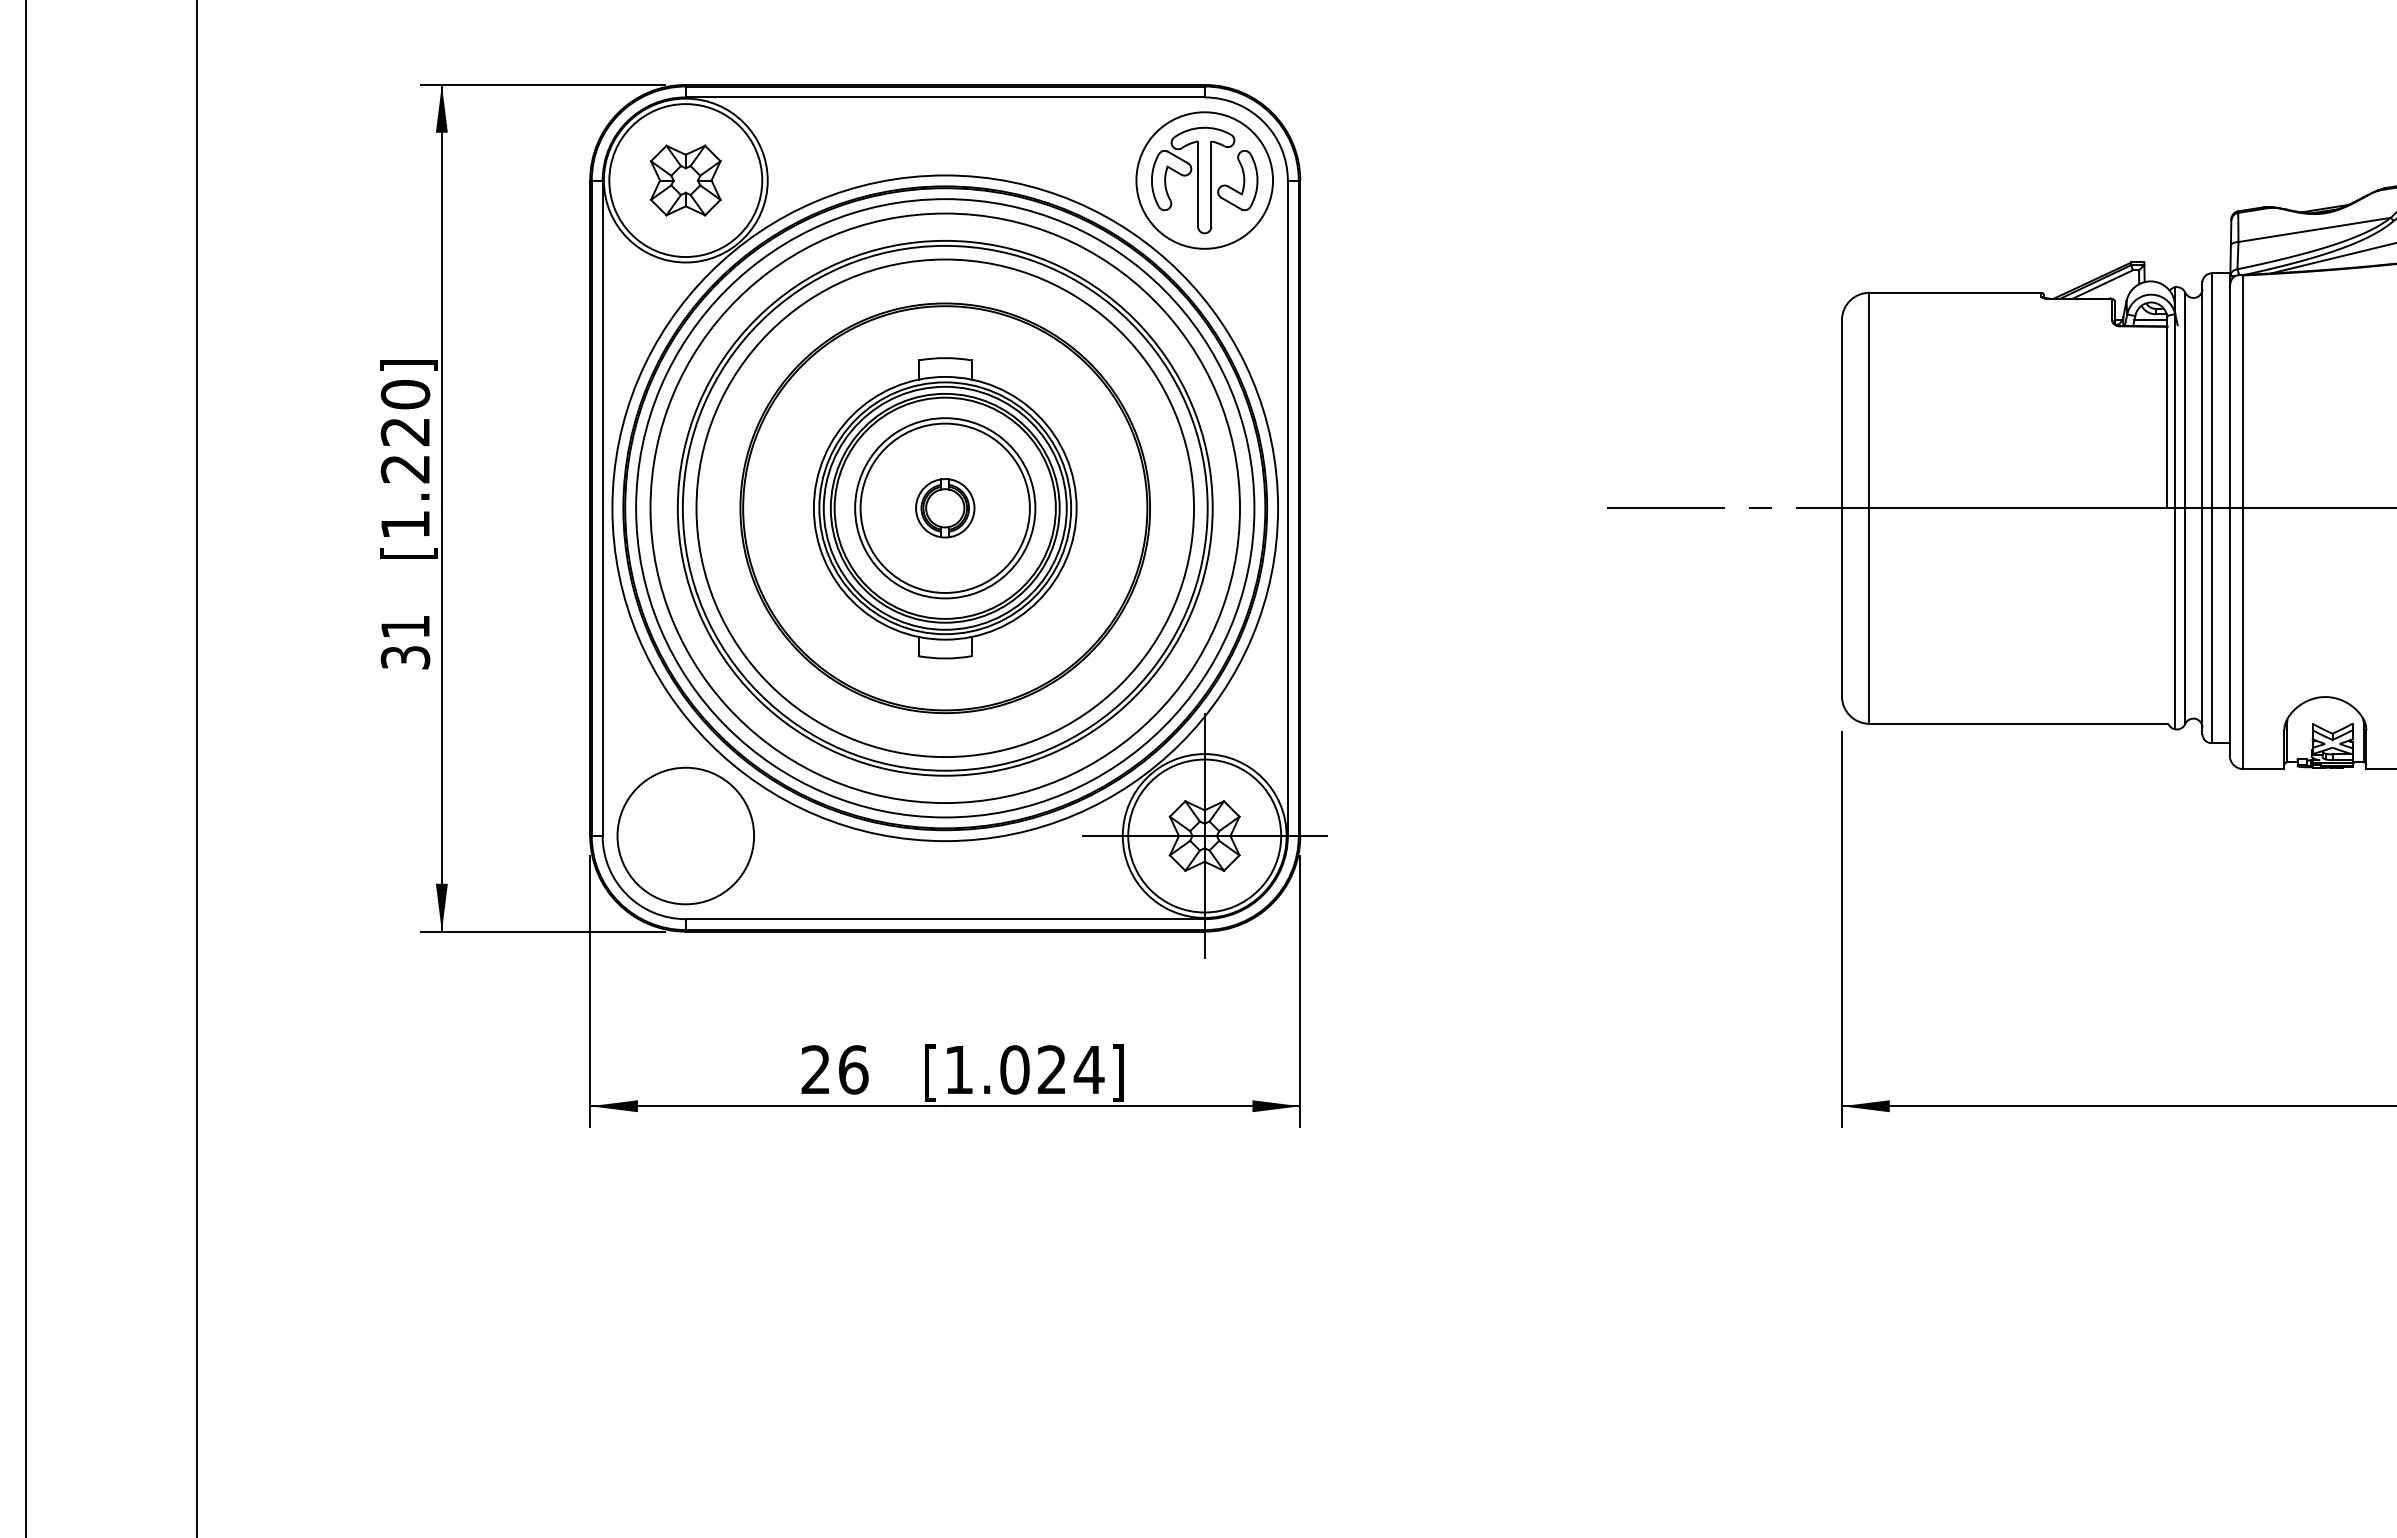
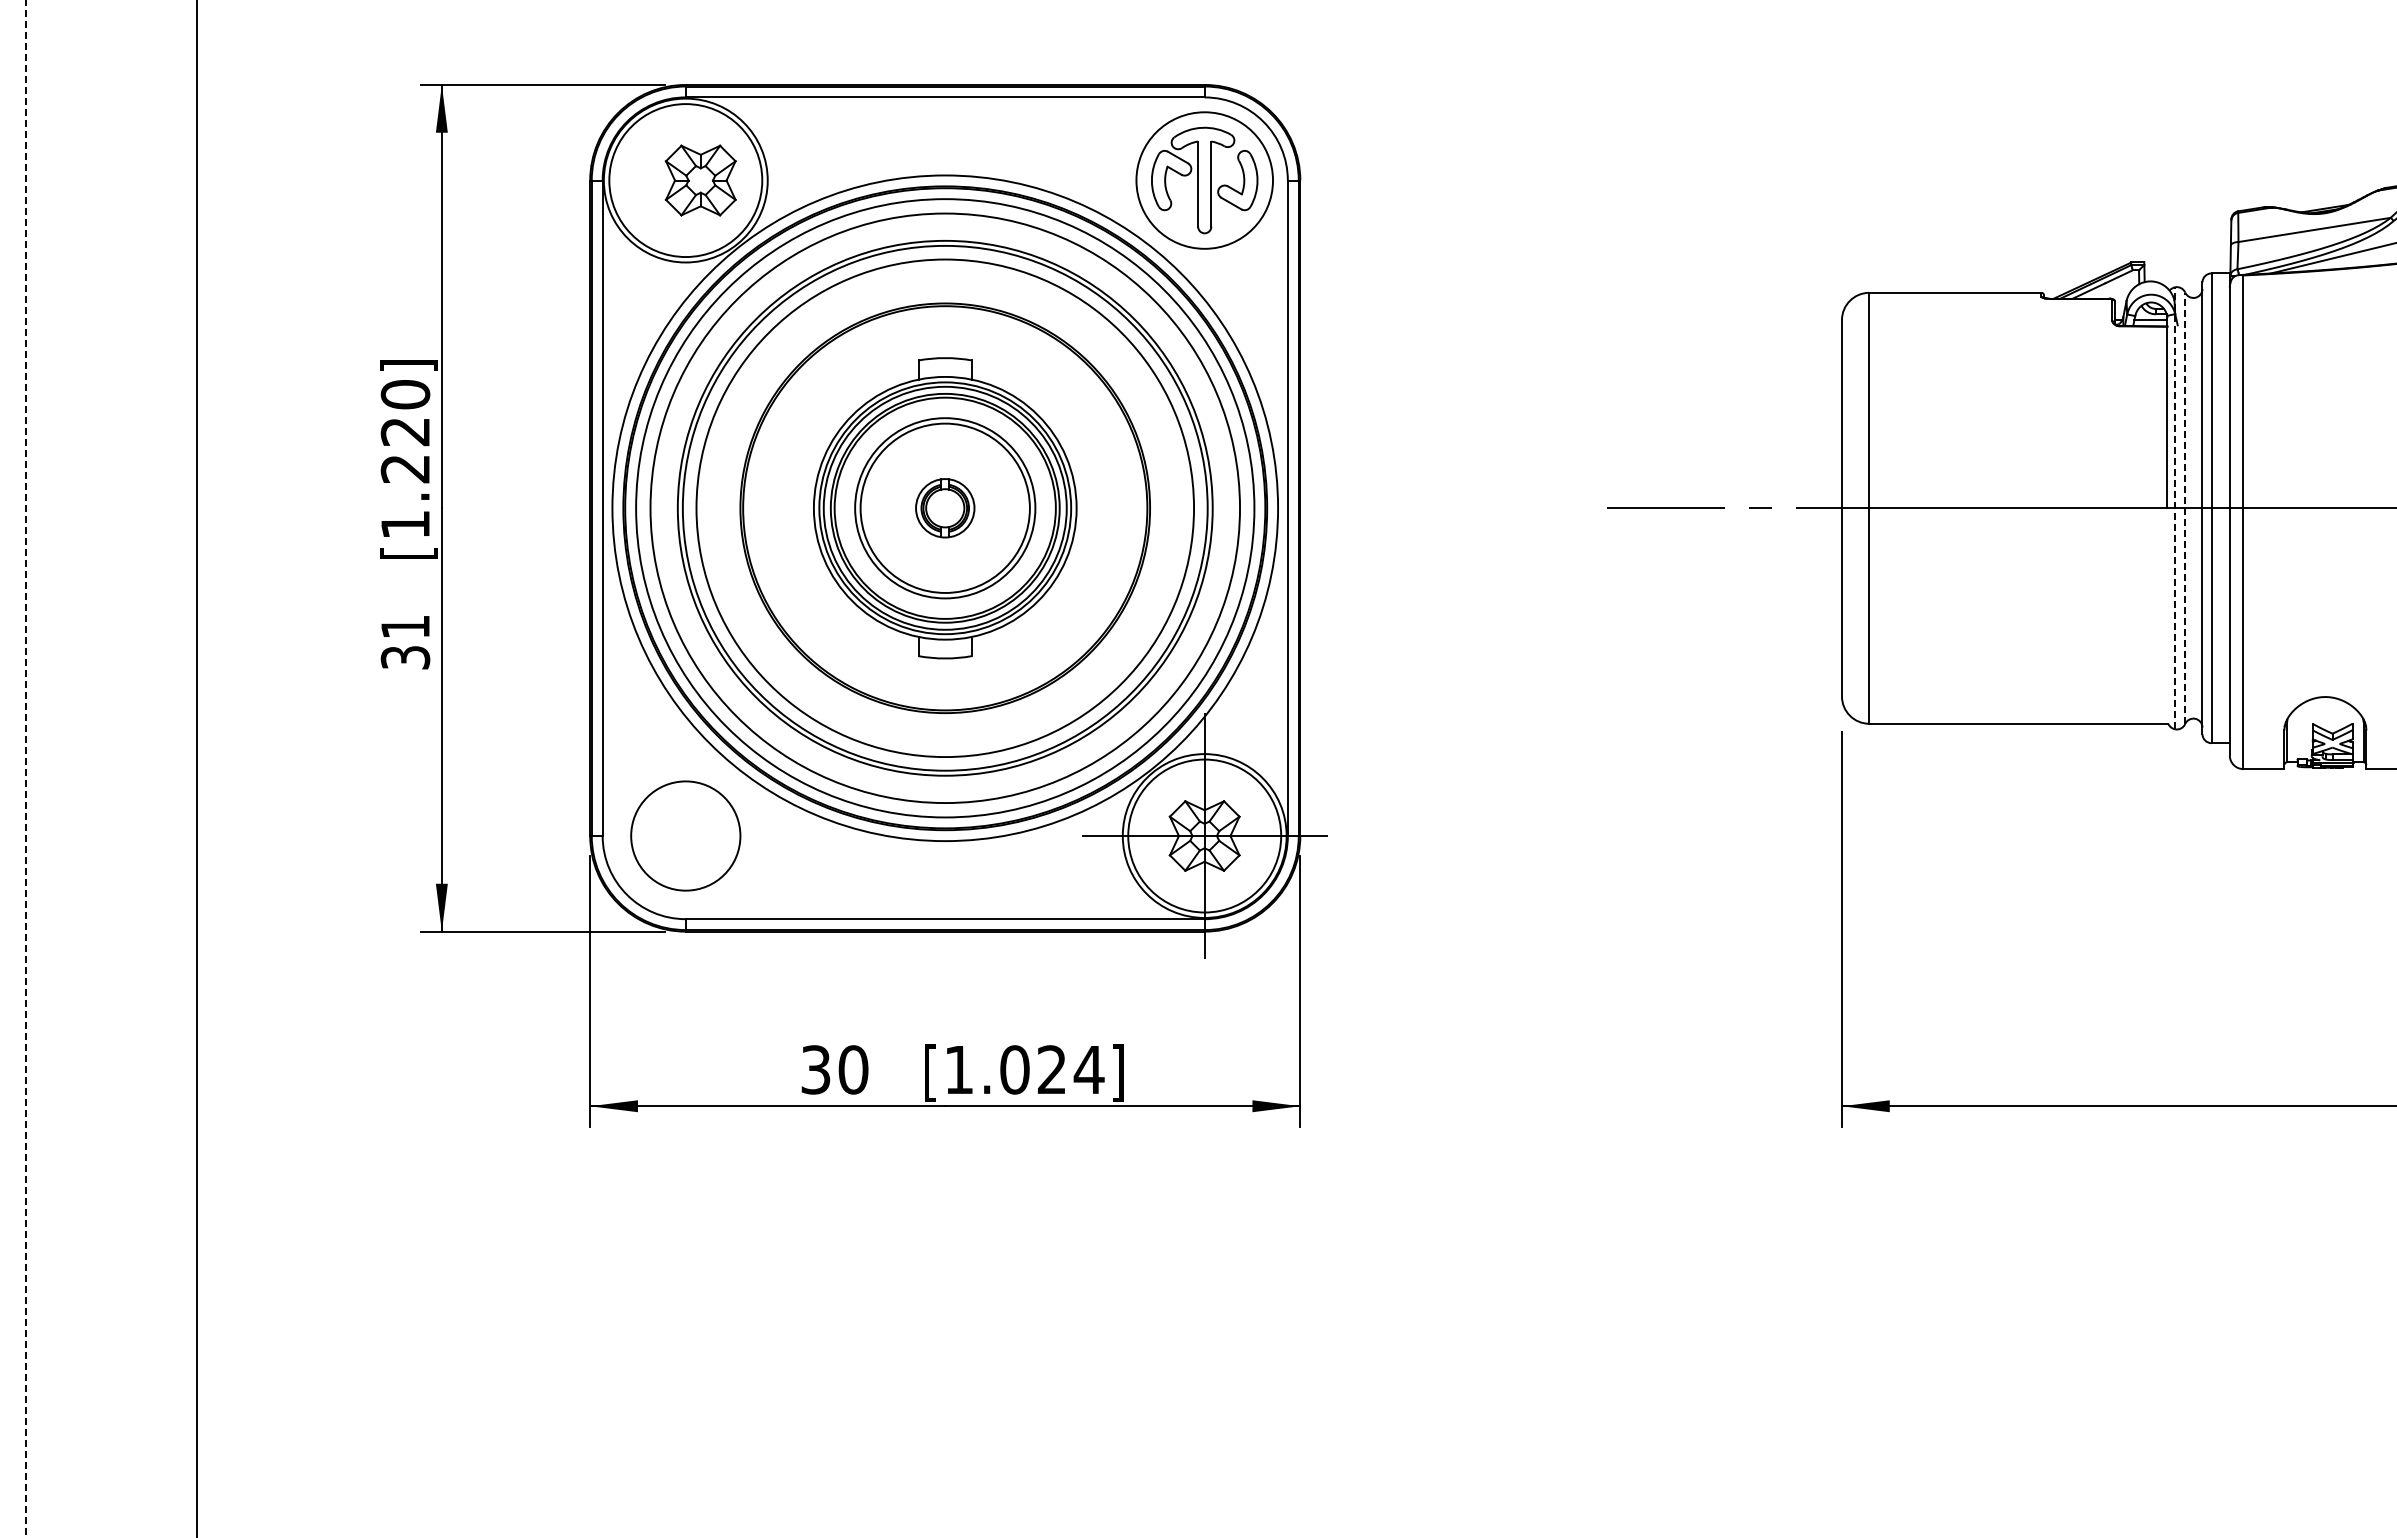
part at (685, 180) position: (685, 180) -> (700, 180)
line at (2175, 507): solid -> dashed
line at (2185, 508): solid -> dashed
line at (25, 769): solid -> dashed
circle at (685, 835) diameter: 137 px -> 109 px
text at (834, 1069): 26 -> 30
